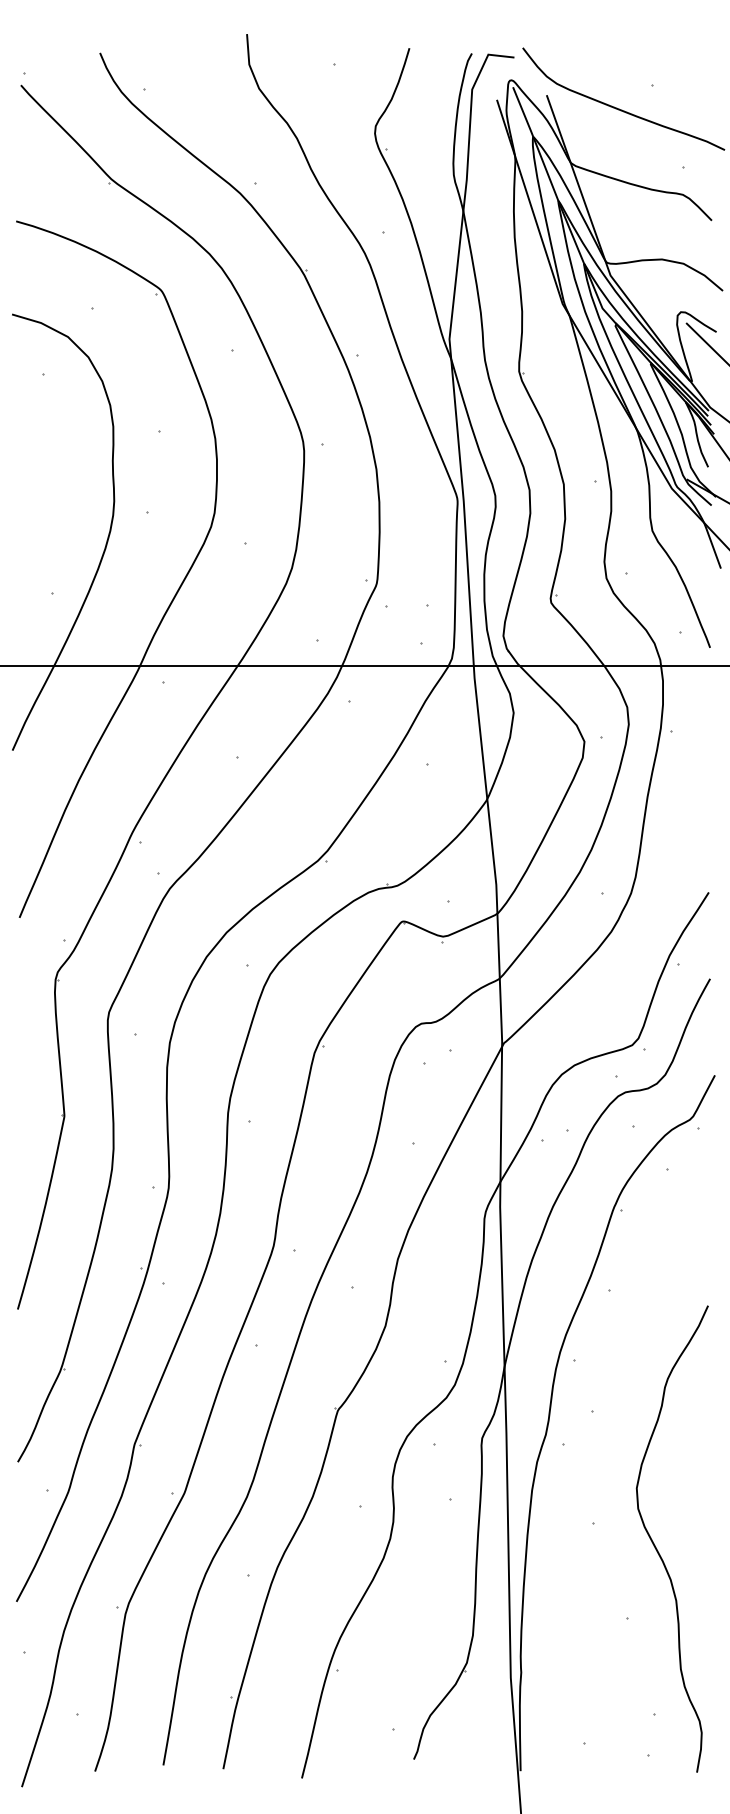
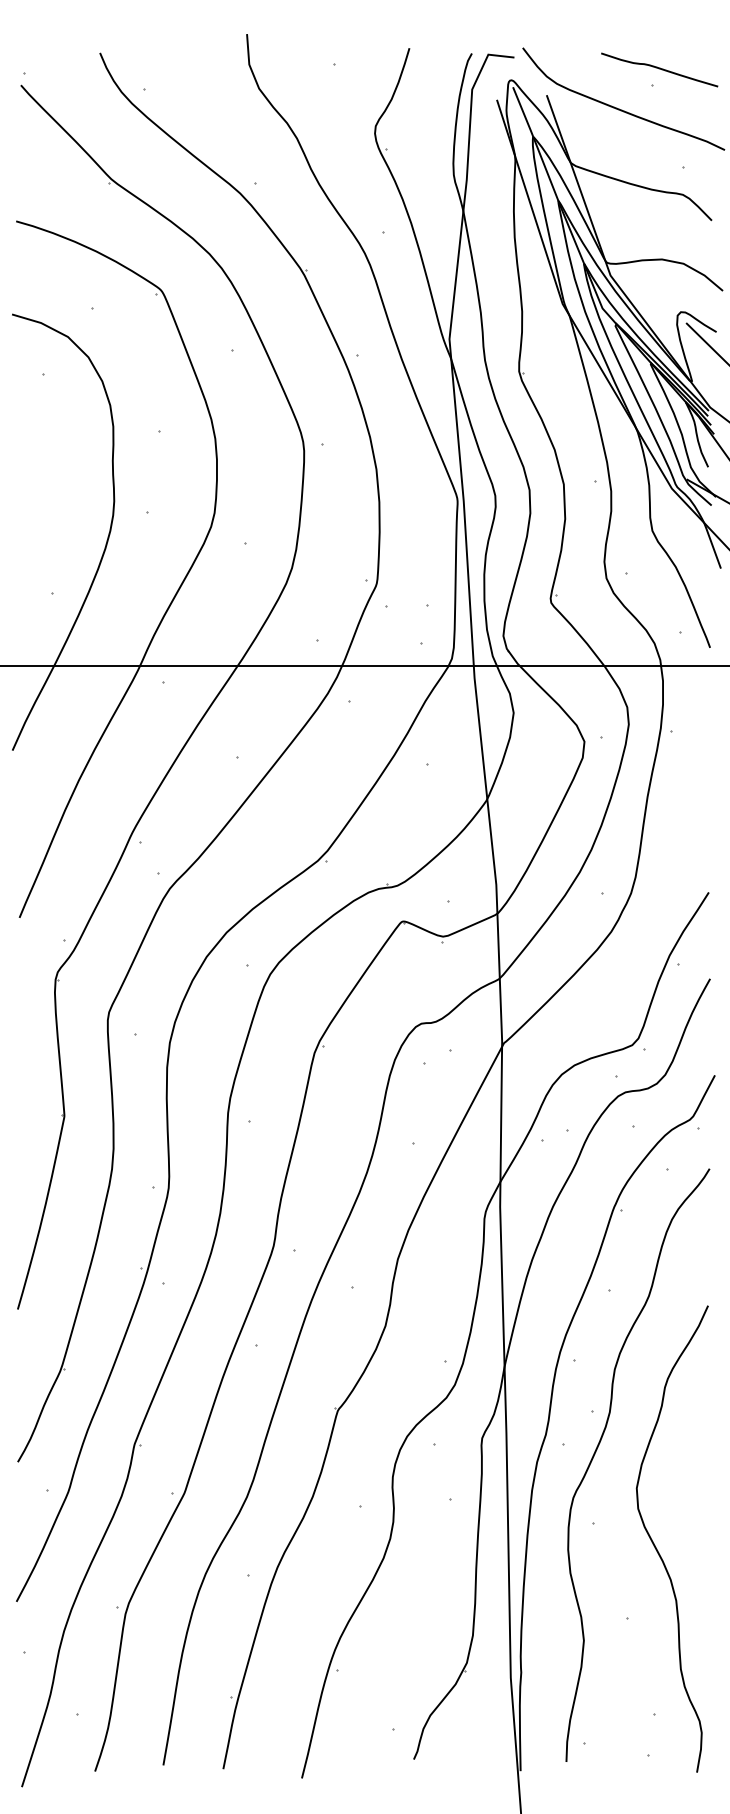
curve at (659, 69): none -> present
curve at (599, 1445): none -> present
